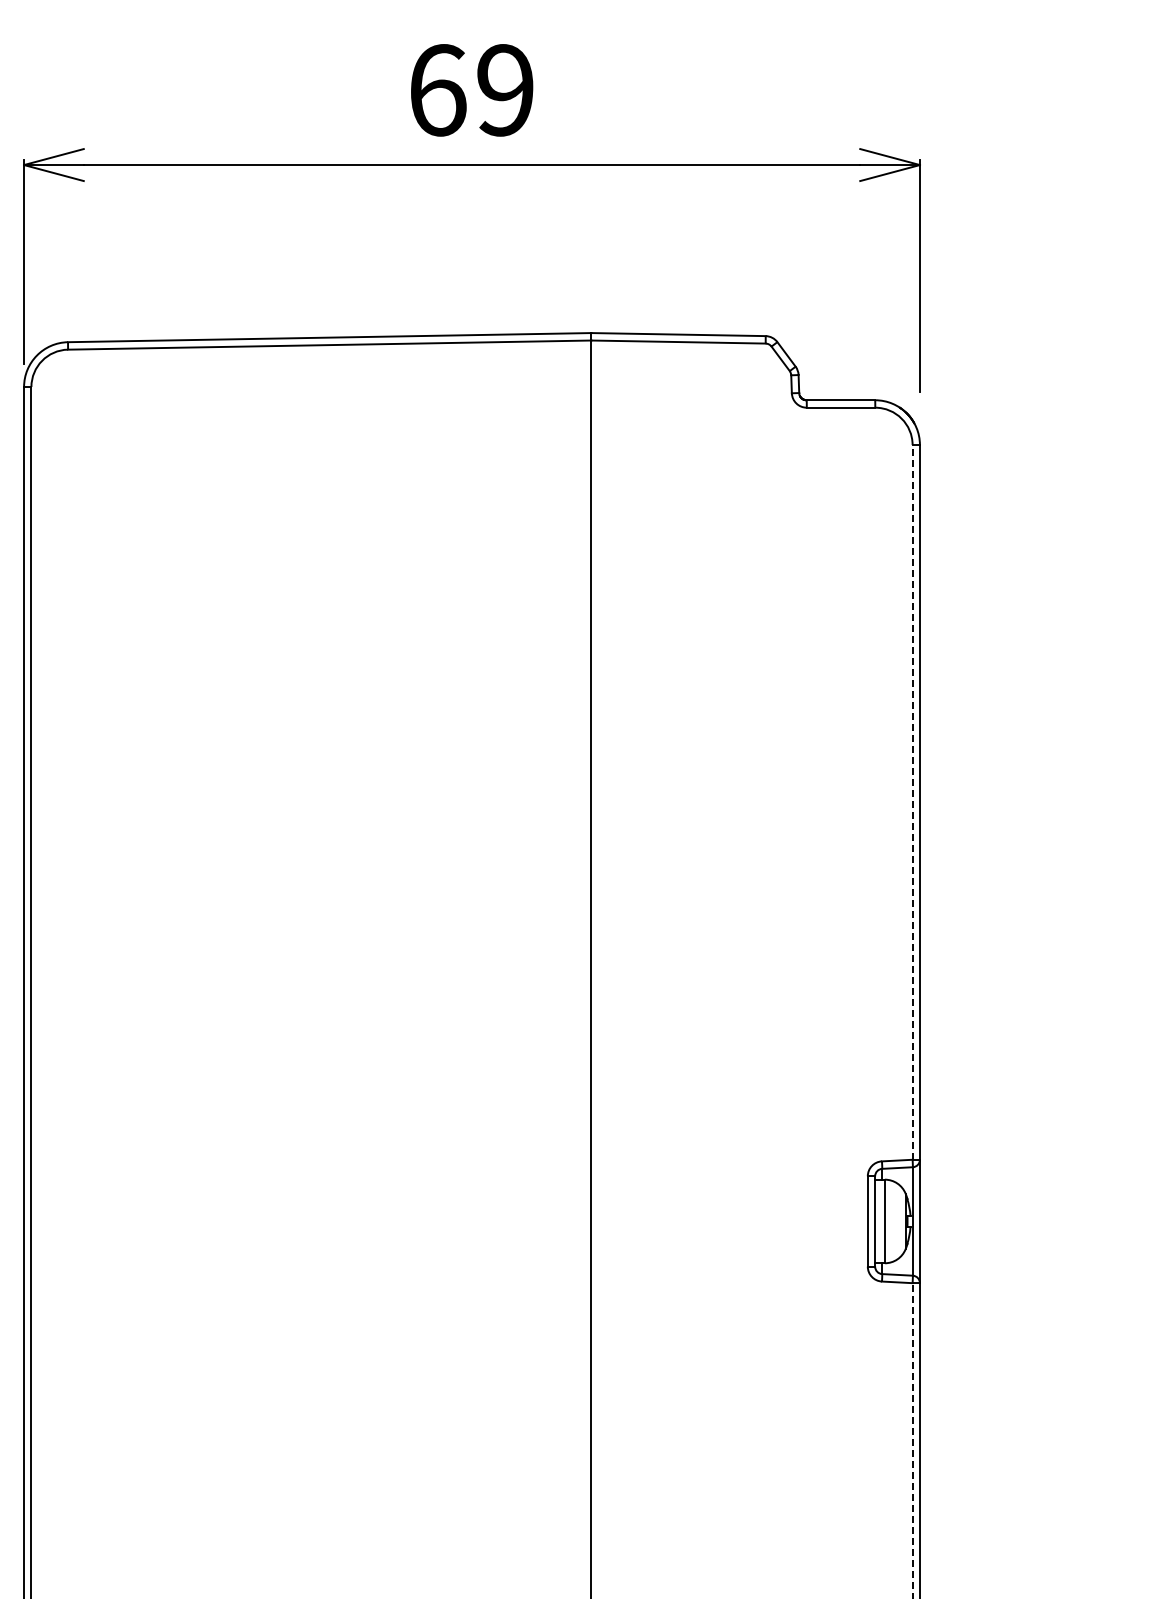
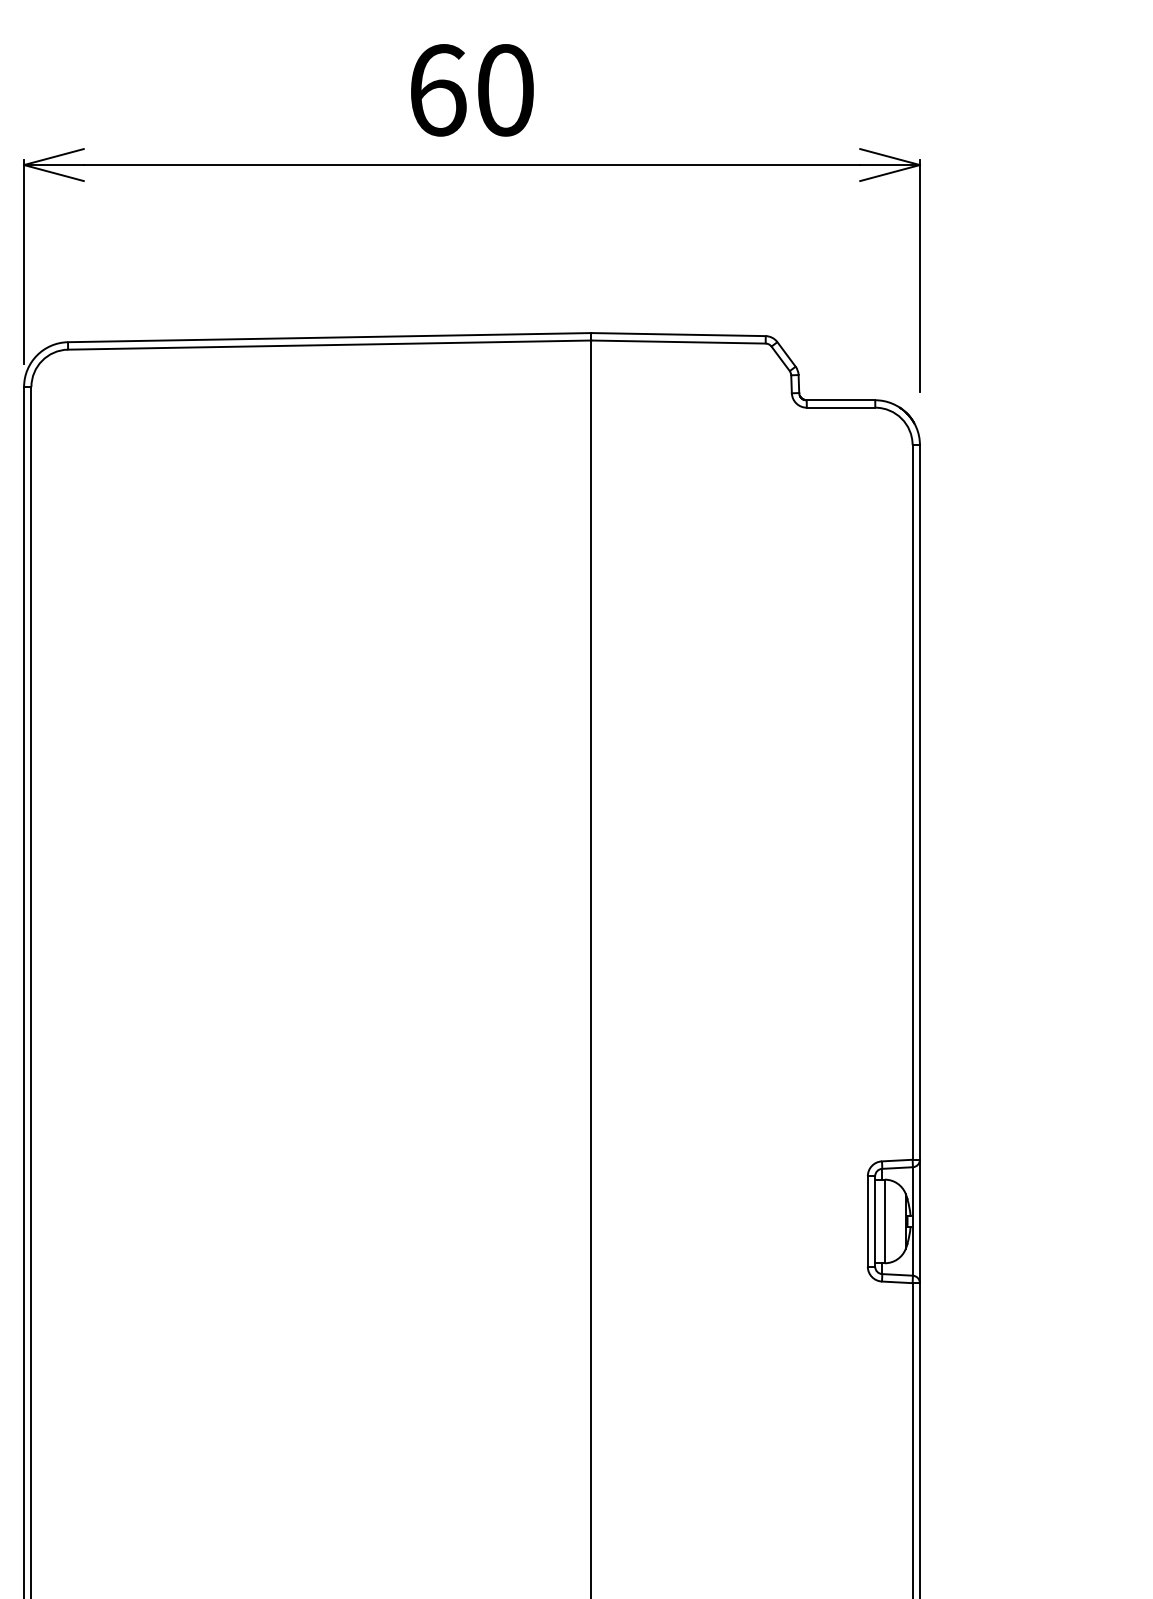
text at (505, 90): 69 -> 60
line at (912, 801): dashed -> solid
line at (912, 1440): dashed -> solid
